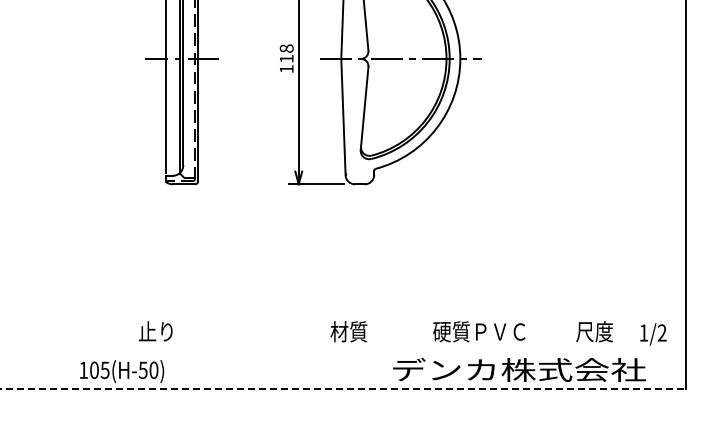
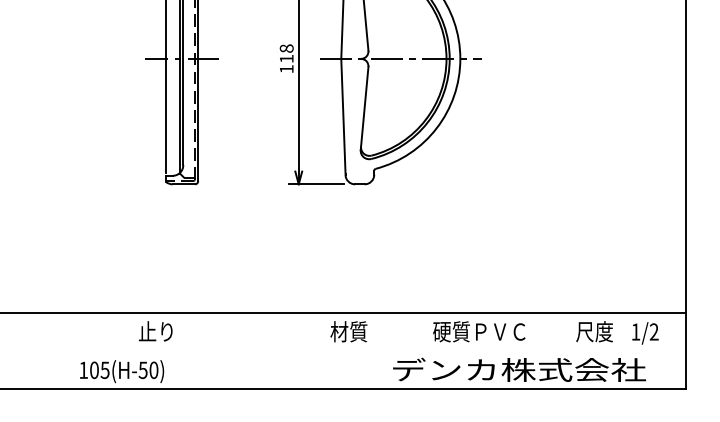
line at (343, 312): none -> present
text at (653, 334) position: (653, 334) -> (645, 333)
line at (342, 389): dashed -> solid
